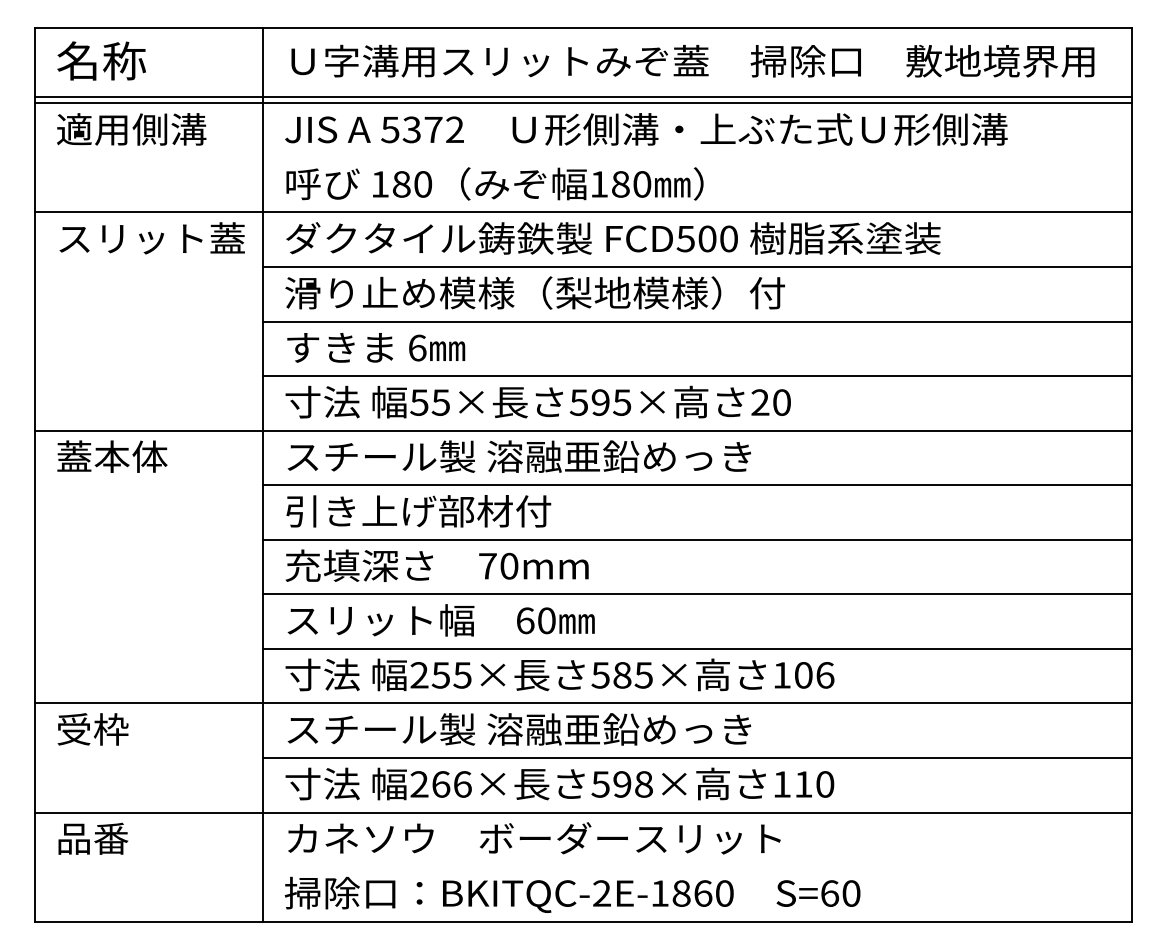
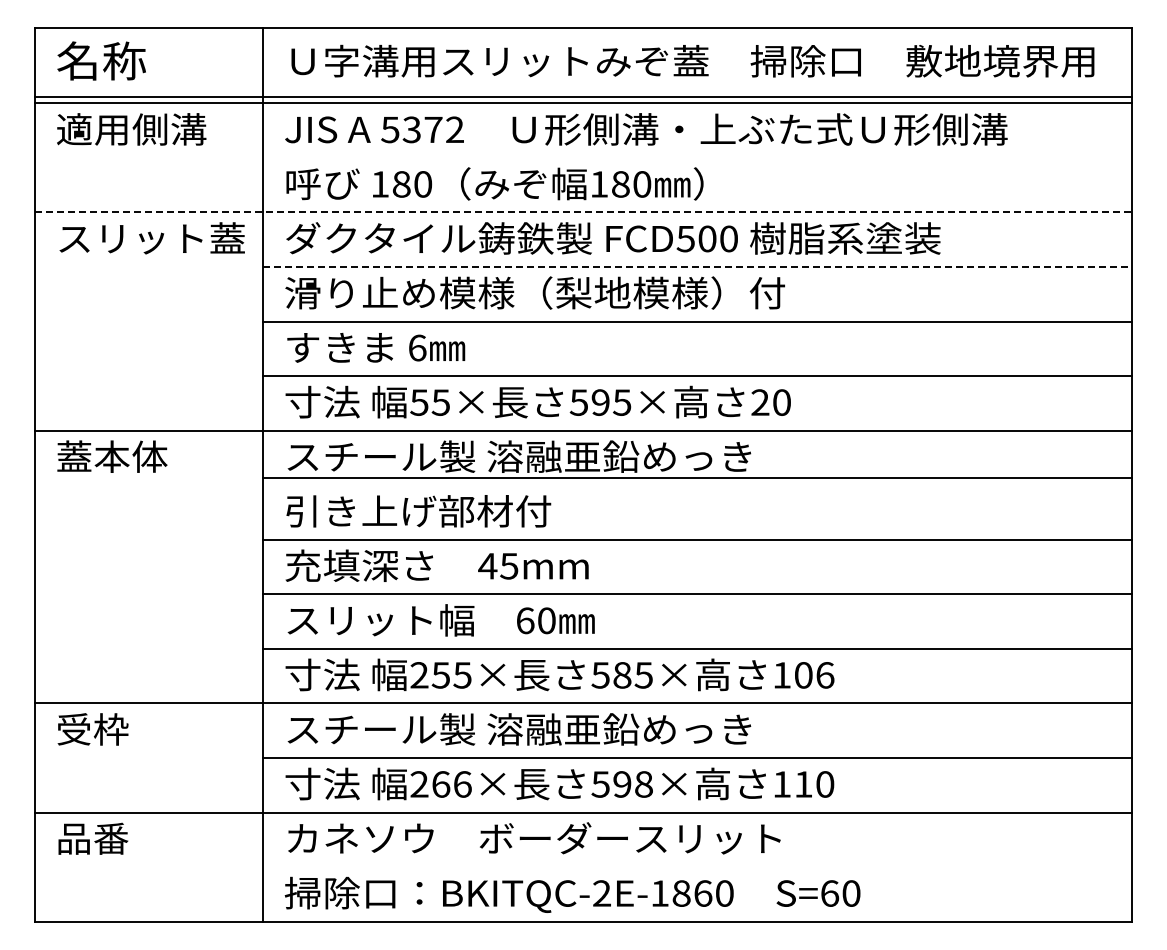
line at (583, 212): solid -> dashed
line at (698, 267): solid -> dashed
line at (697, 485) position: (697, 485) -> (697, 478)
text at (498, 565): 70mm -> 45mm
